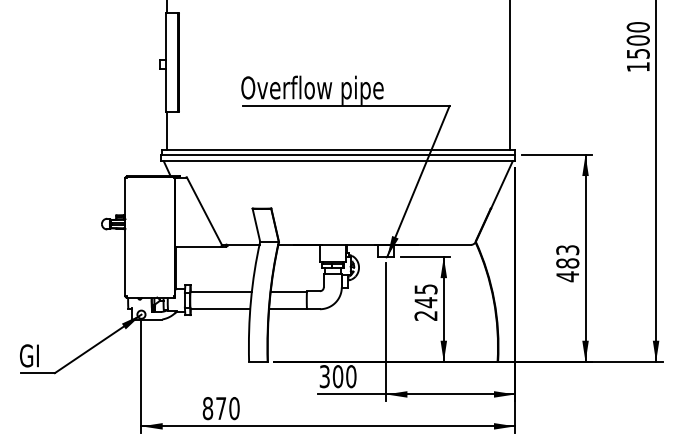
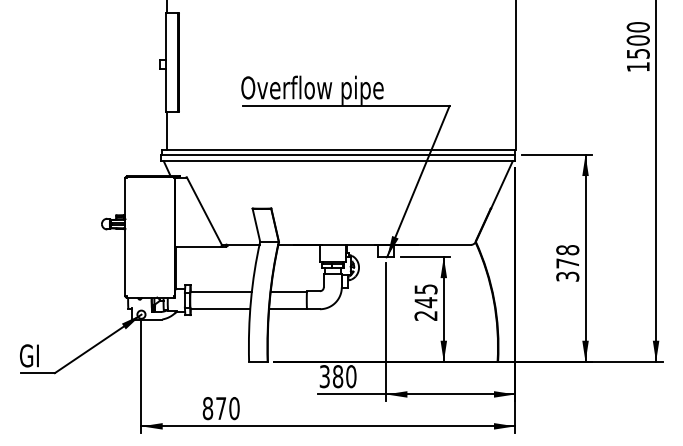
line at (509, 76) position: (509, 76) -> (515, 76)
text at (567, 263): 483 -> 378
text at (337, 376): 300 -> 380
